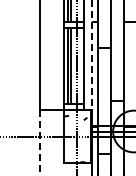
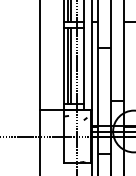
line at (92, 55): dashed -> solid
line at (39, 143): dashed -> solid
